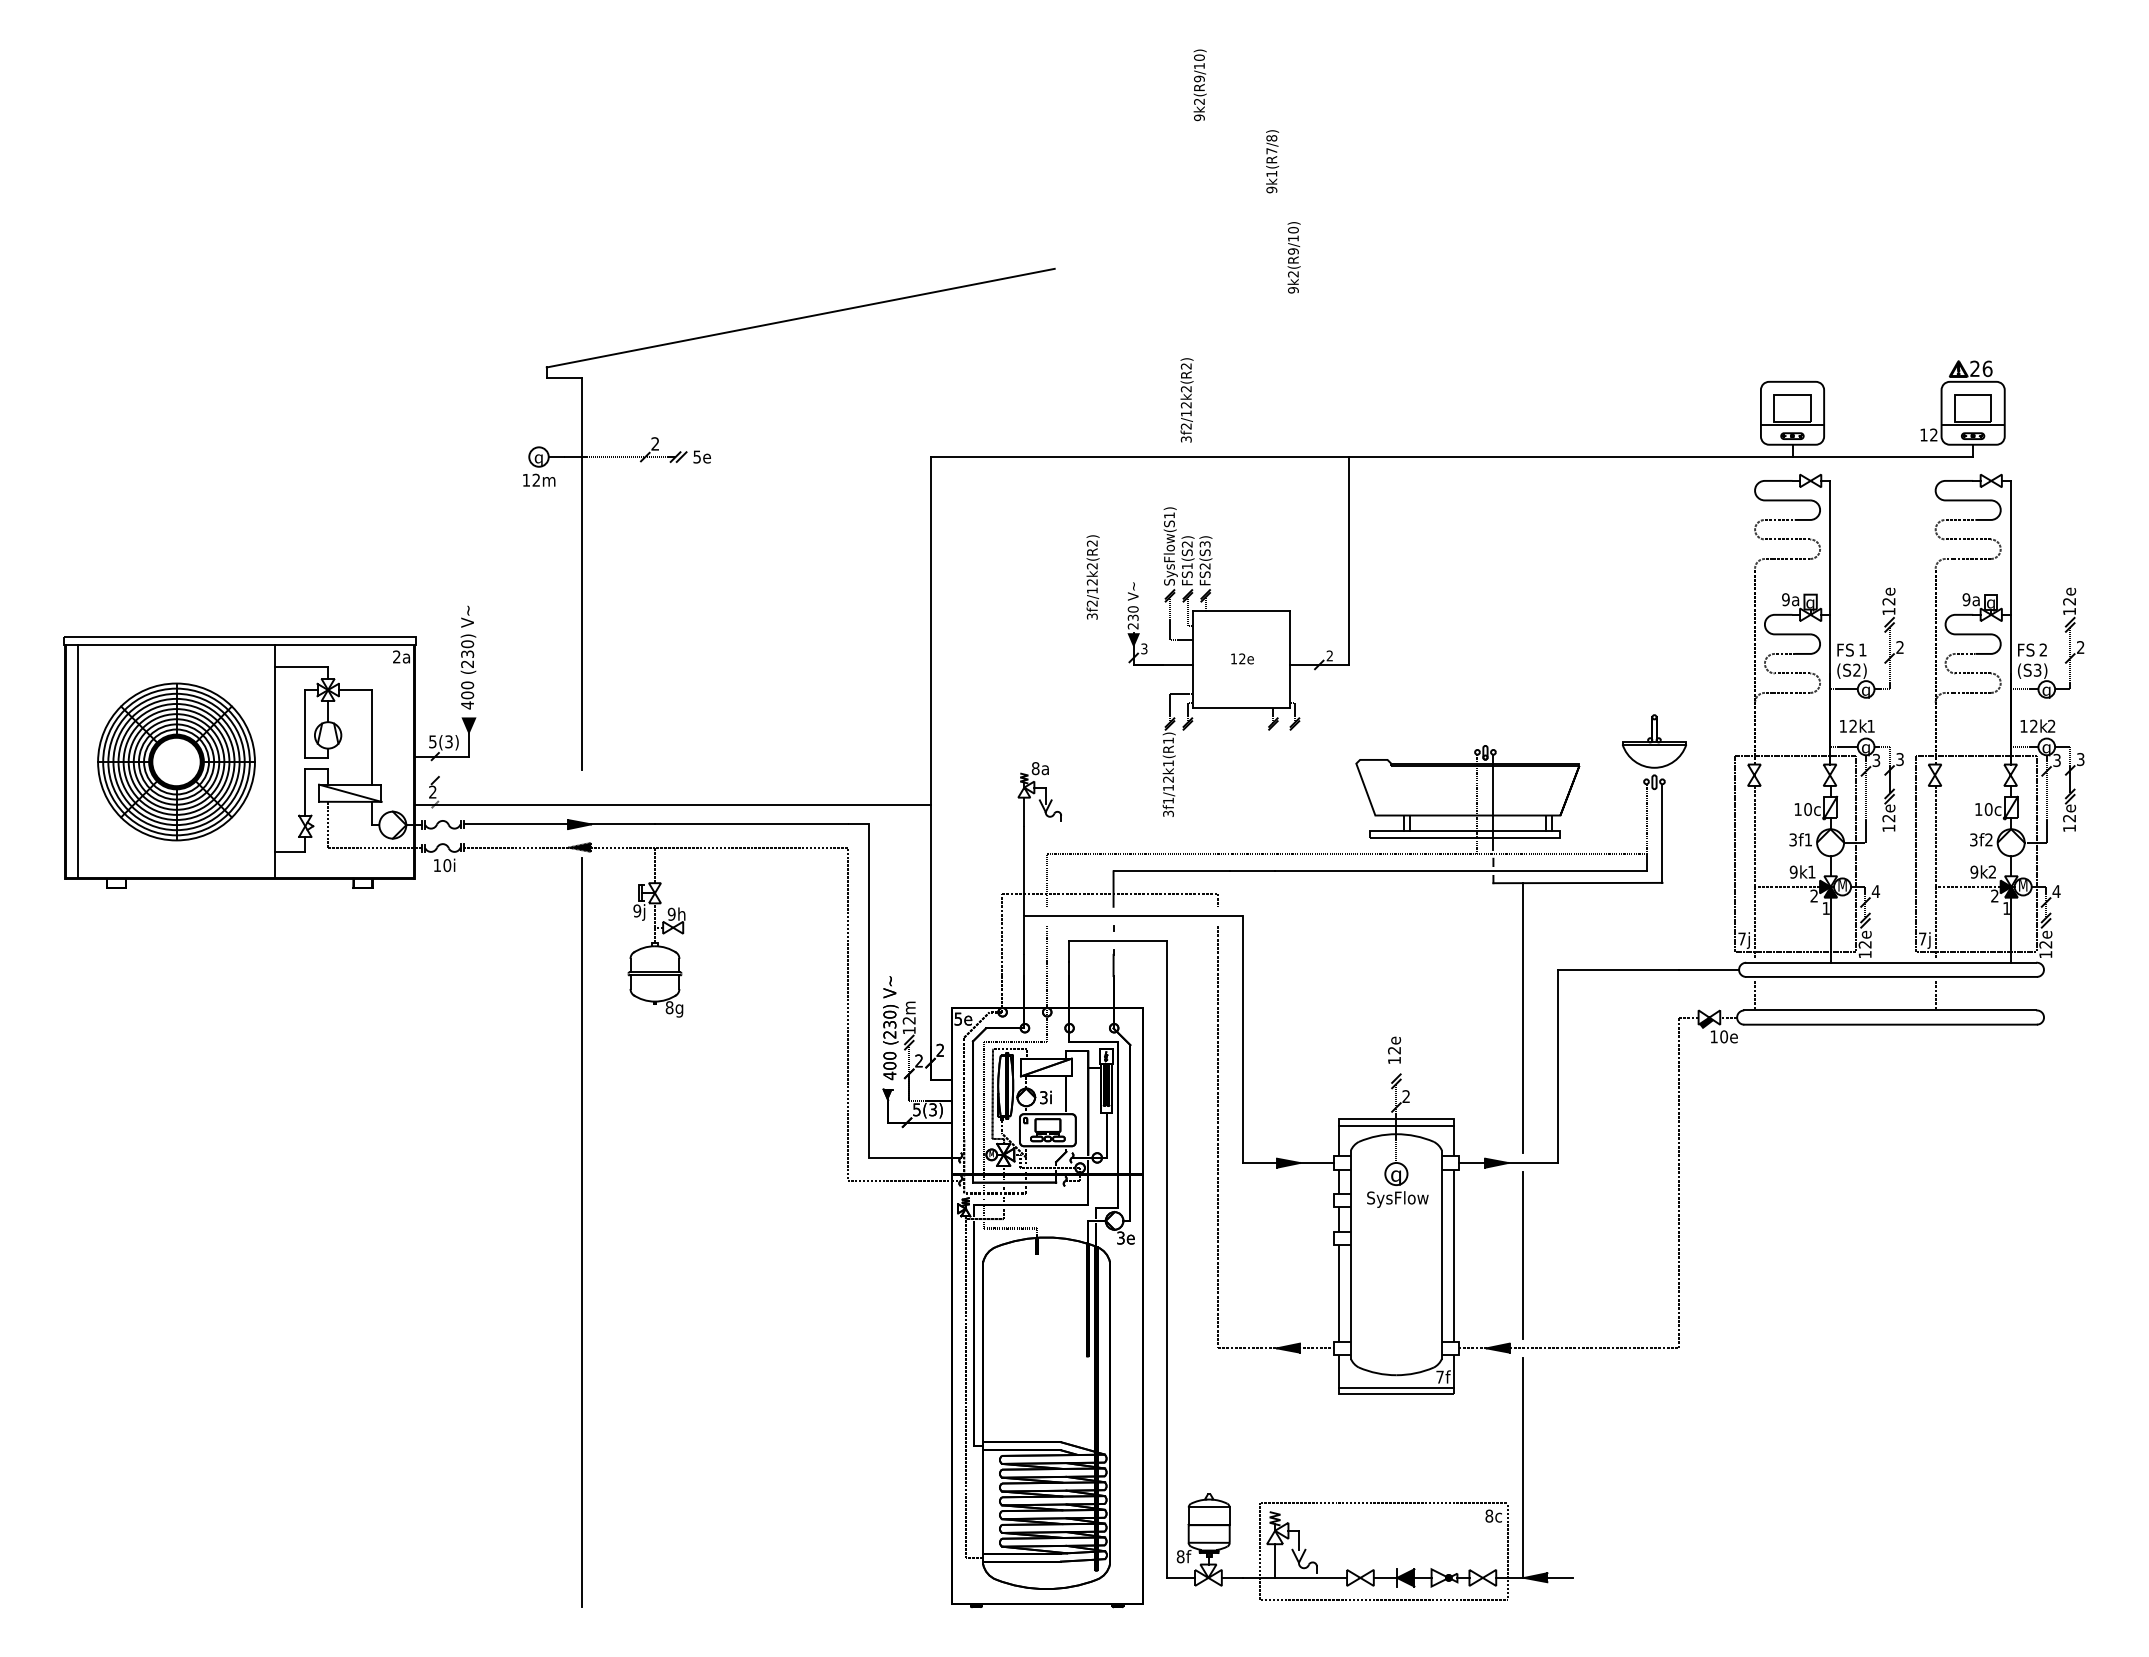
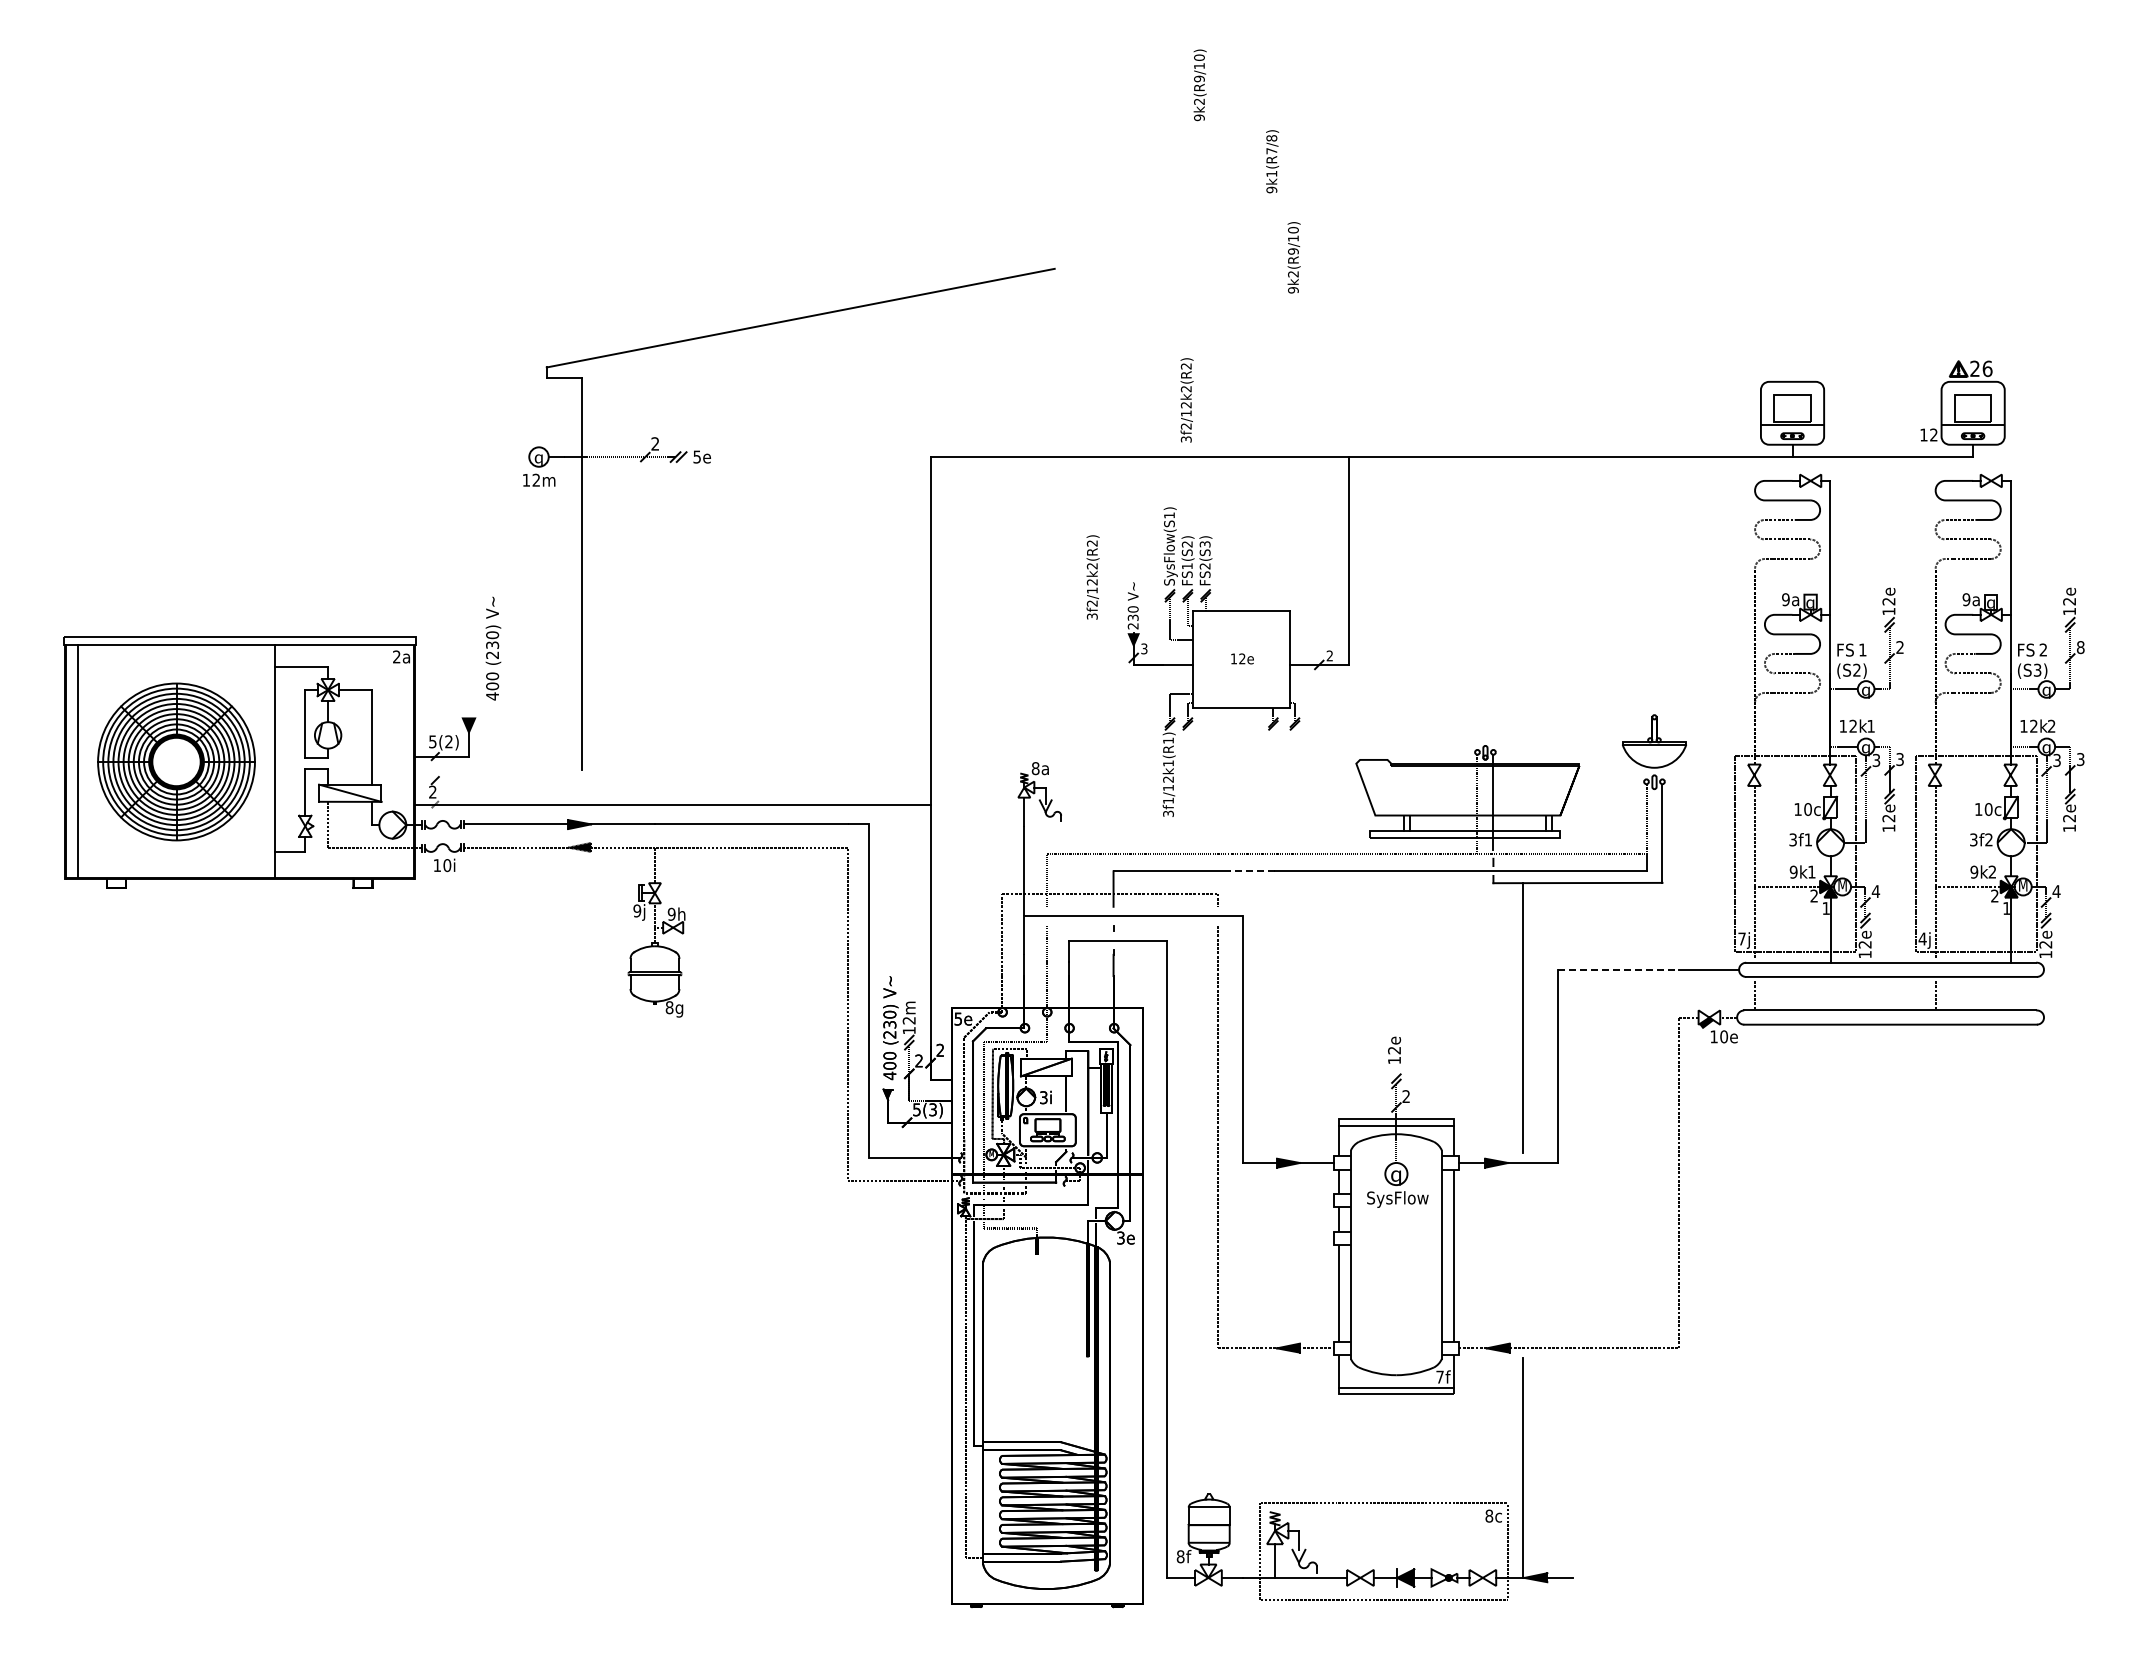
text at (2080, 647): 2 -> 8
text at (468, 657) position: (468, 657) -> (493, 648)
text at (448, 741): 5(3) -> 5(2)
line at (1252, 871): solid -> dashed
text at (1922, 938): 7j -> 4j
line at (1618, 969): solid -> dashed
line at (581, 1232): present -> none
line at (1523, 1255): present -> none
